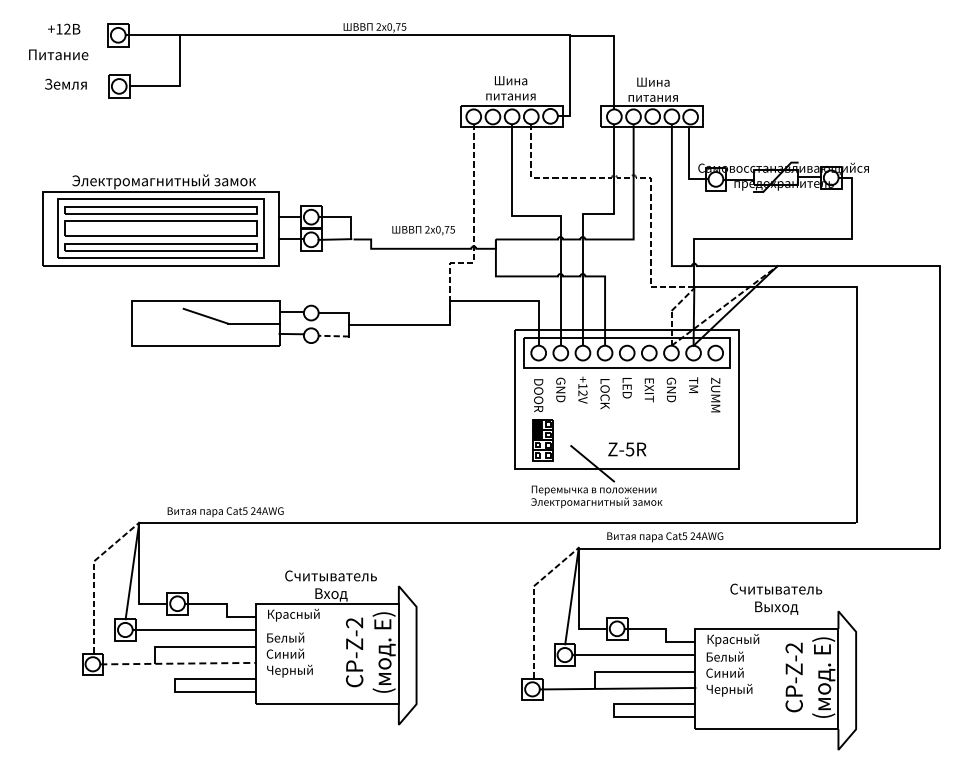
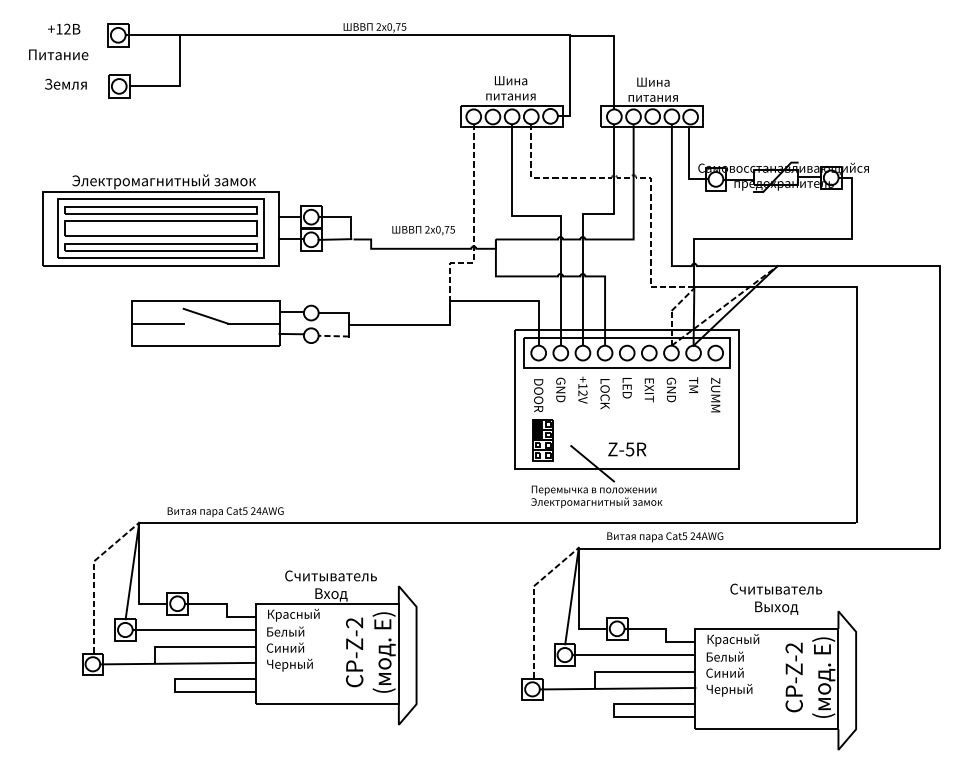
line at (157, 323): none -> present
text at (289, 654) position: (289, 654) -> (289, 648)
line at (178, 663): dashed -> solid
